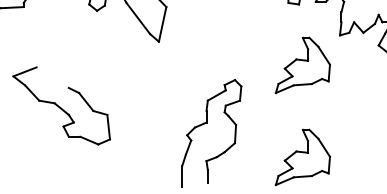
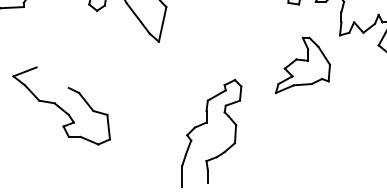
part at (302, 156): present -> none
